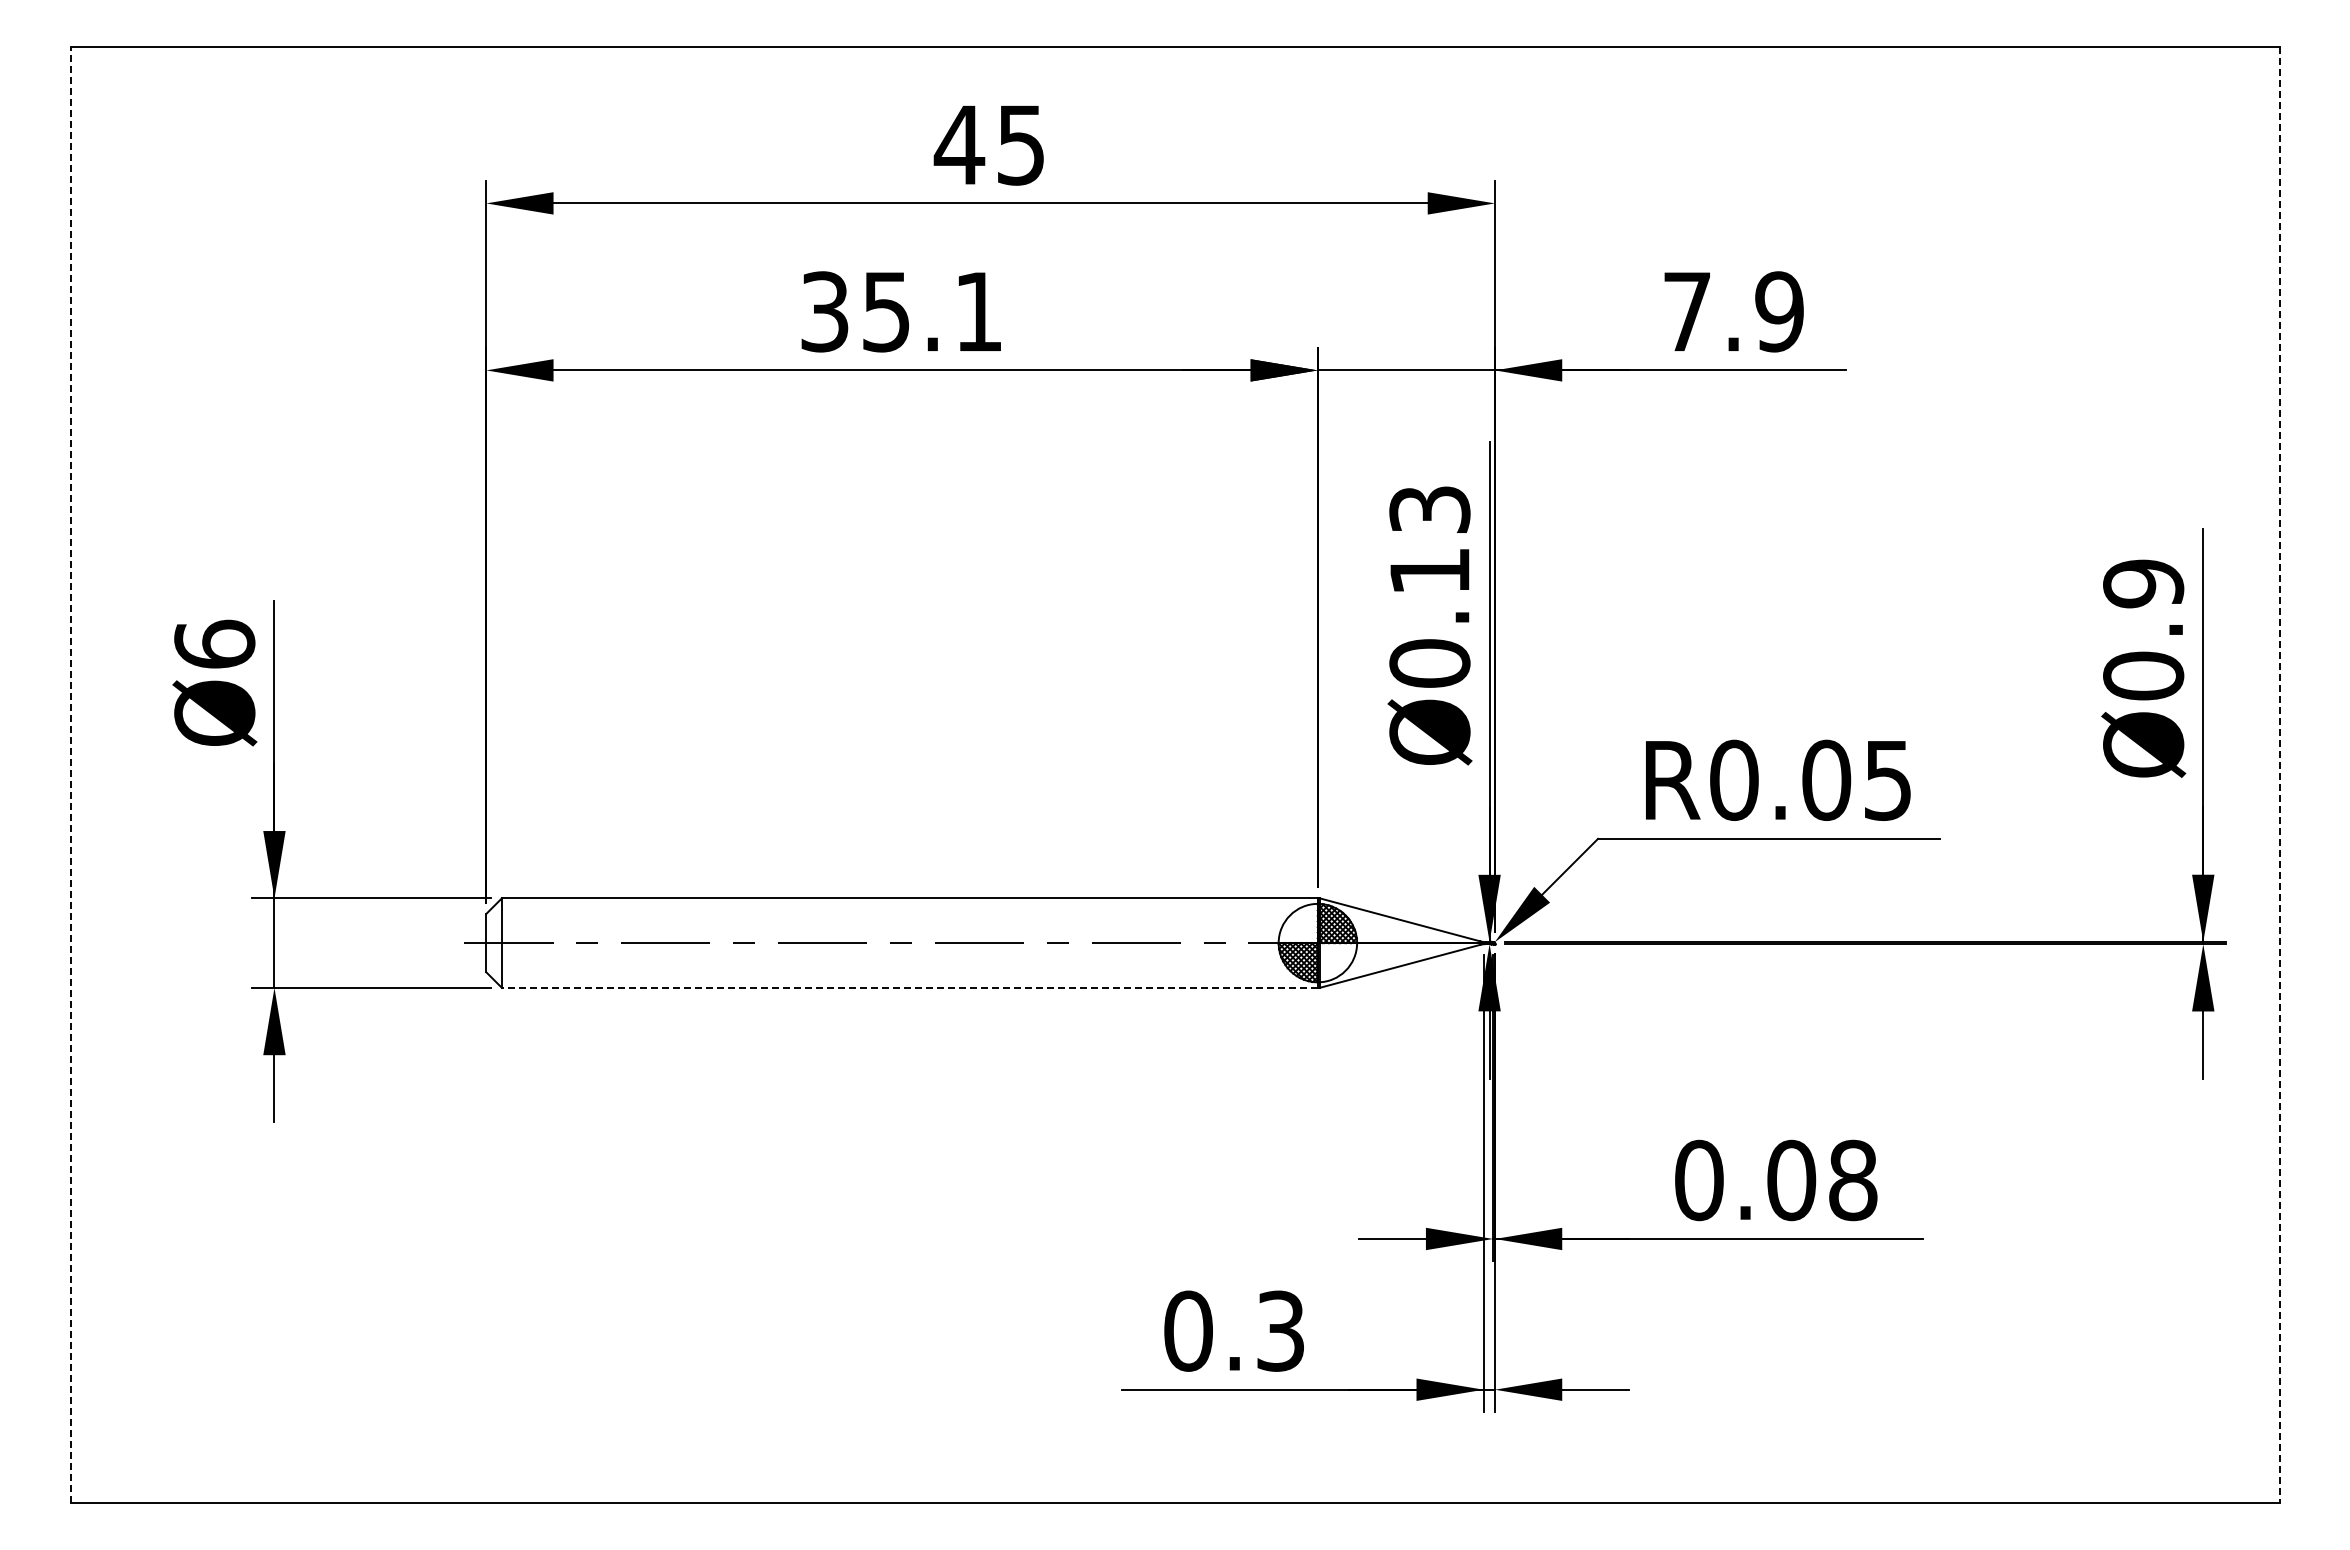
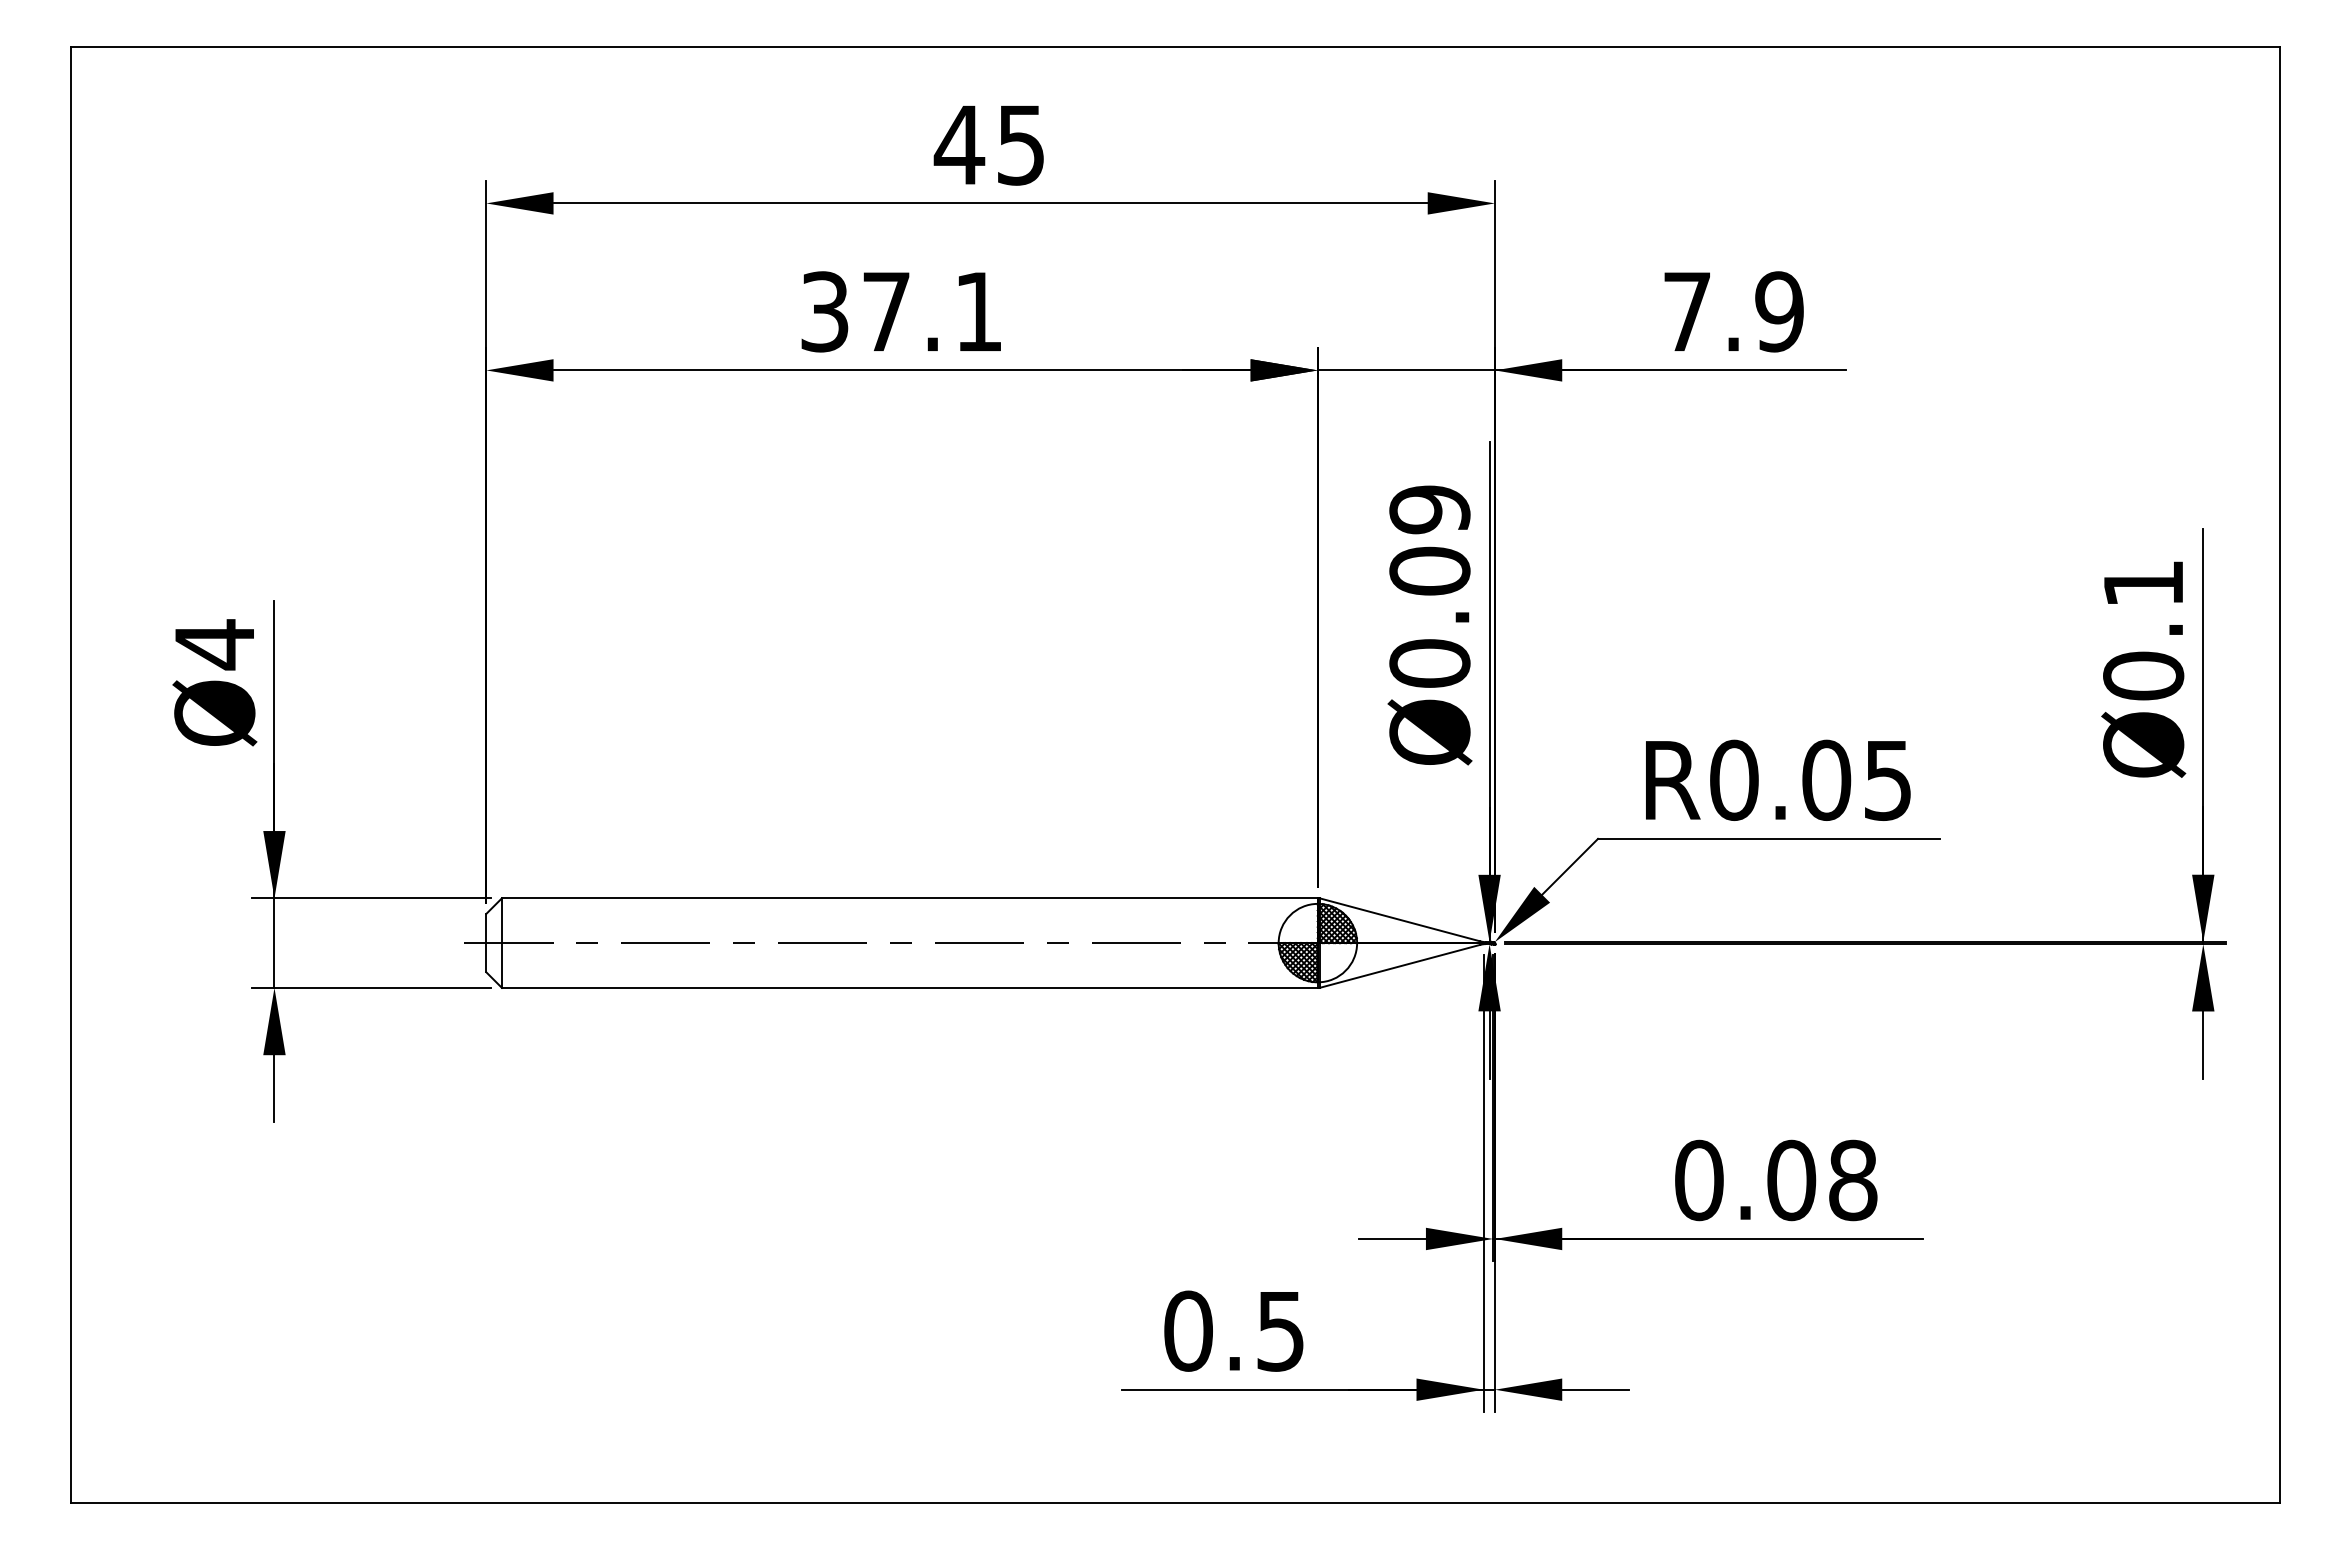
text at (886, 312): 35.1 -> 37.1
text at (1429, 540): Ø0.13 -> Ø0.09
text at (2143, 583): Ø0.9 -> Ø0.1
text at (214, 644): Ø6 -> Ø4
line at (70, 774): dashed -> solid
line at (2279, 775): dashed -> solid
line at (909, 987): dashed -> solid
text at (1280, 1330): 0.3 -> 0.5
